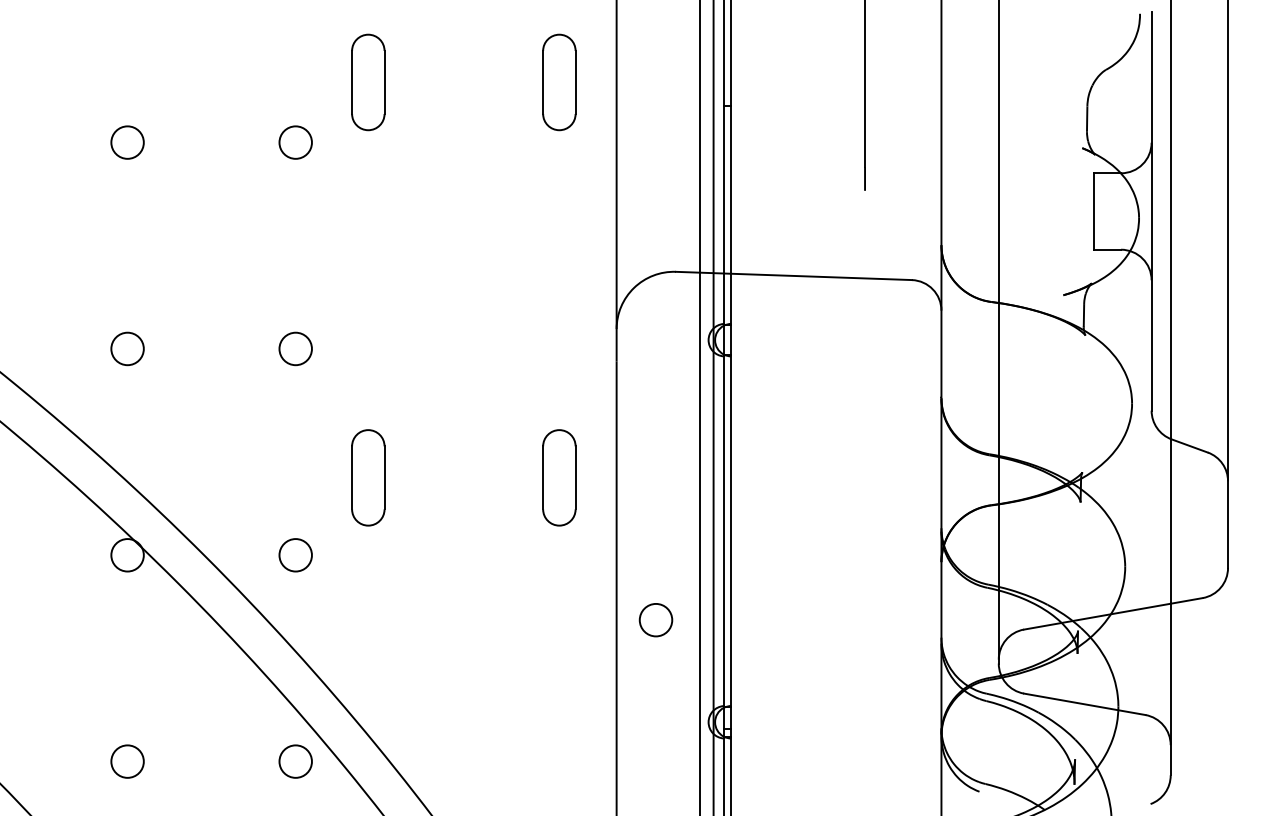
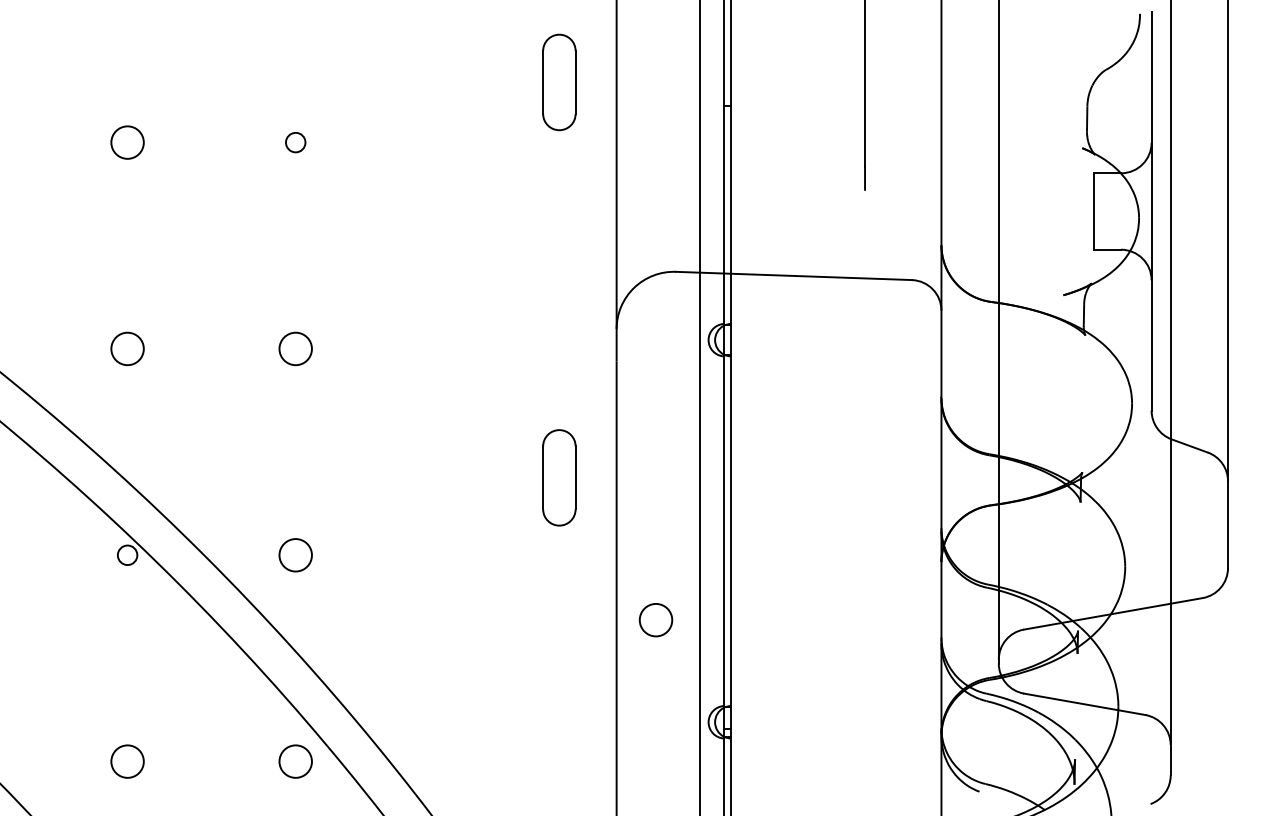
part at (368, 82): present -> none
circle at (295, 142) diameter: 32 px -> 19 px
line at (713, 407): present -> none
part at (368, 477): present -> none
circle at (127, 555) diameter: 32 px -> 19 px
